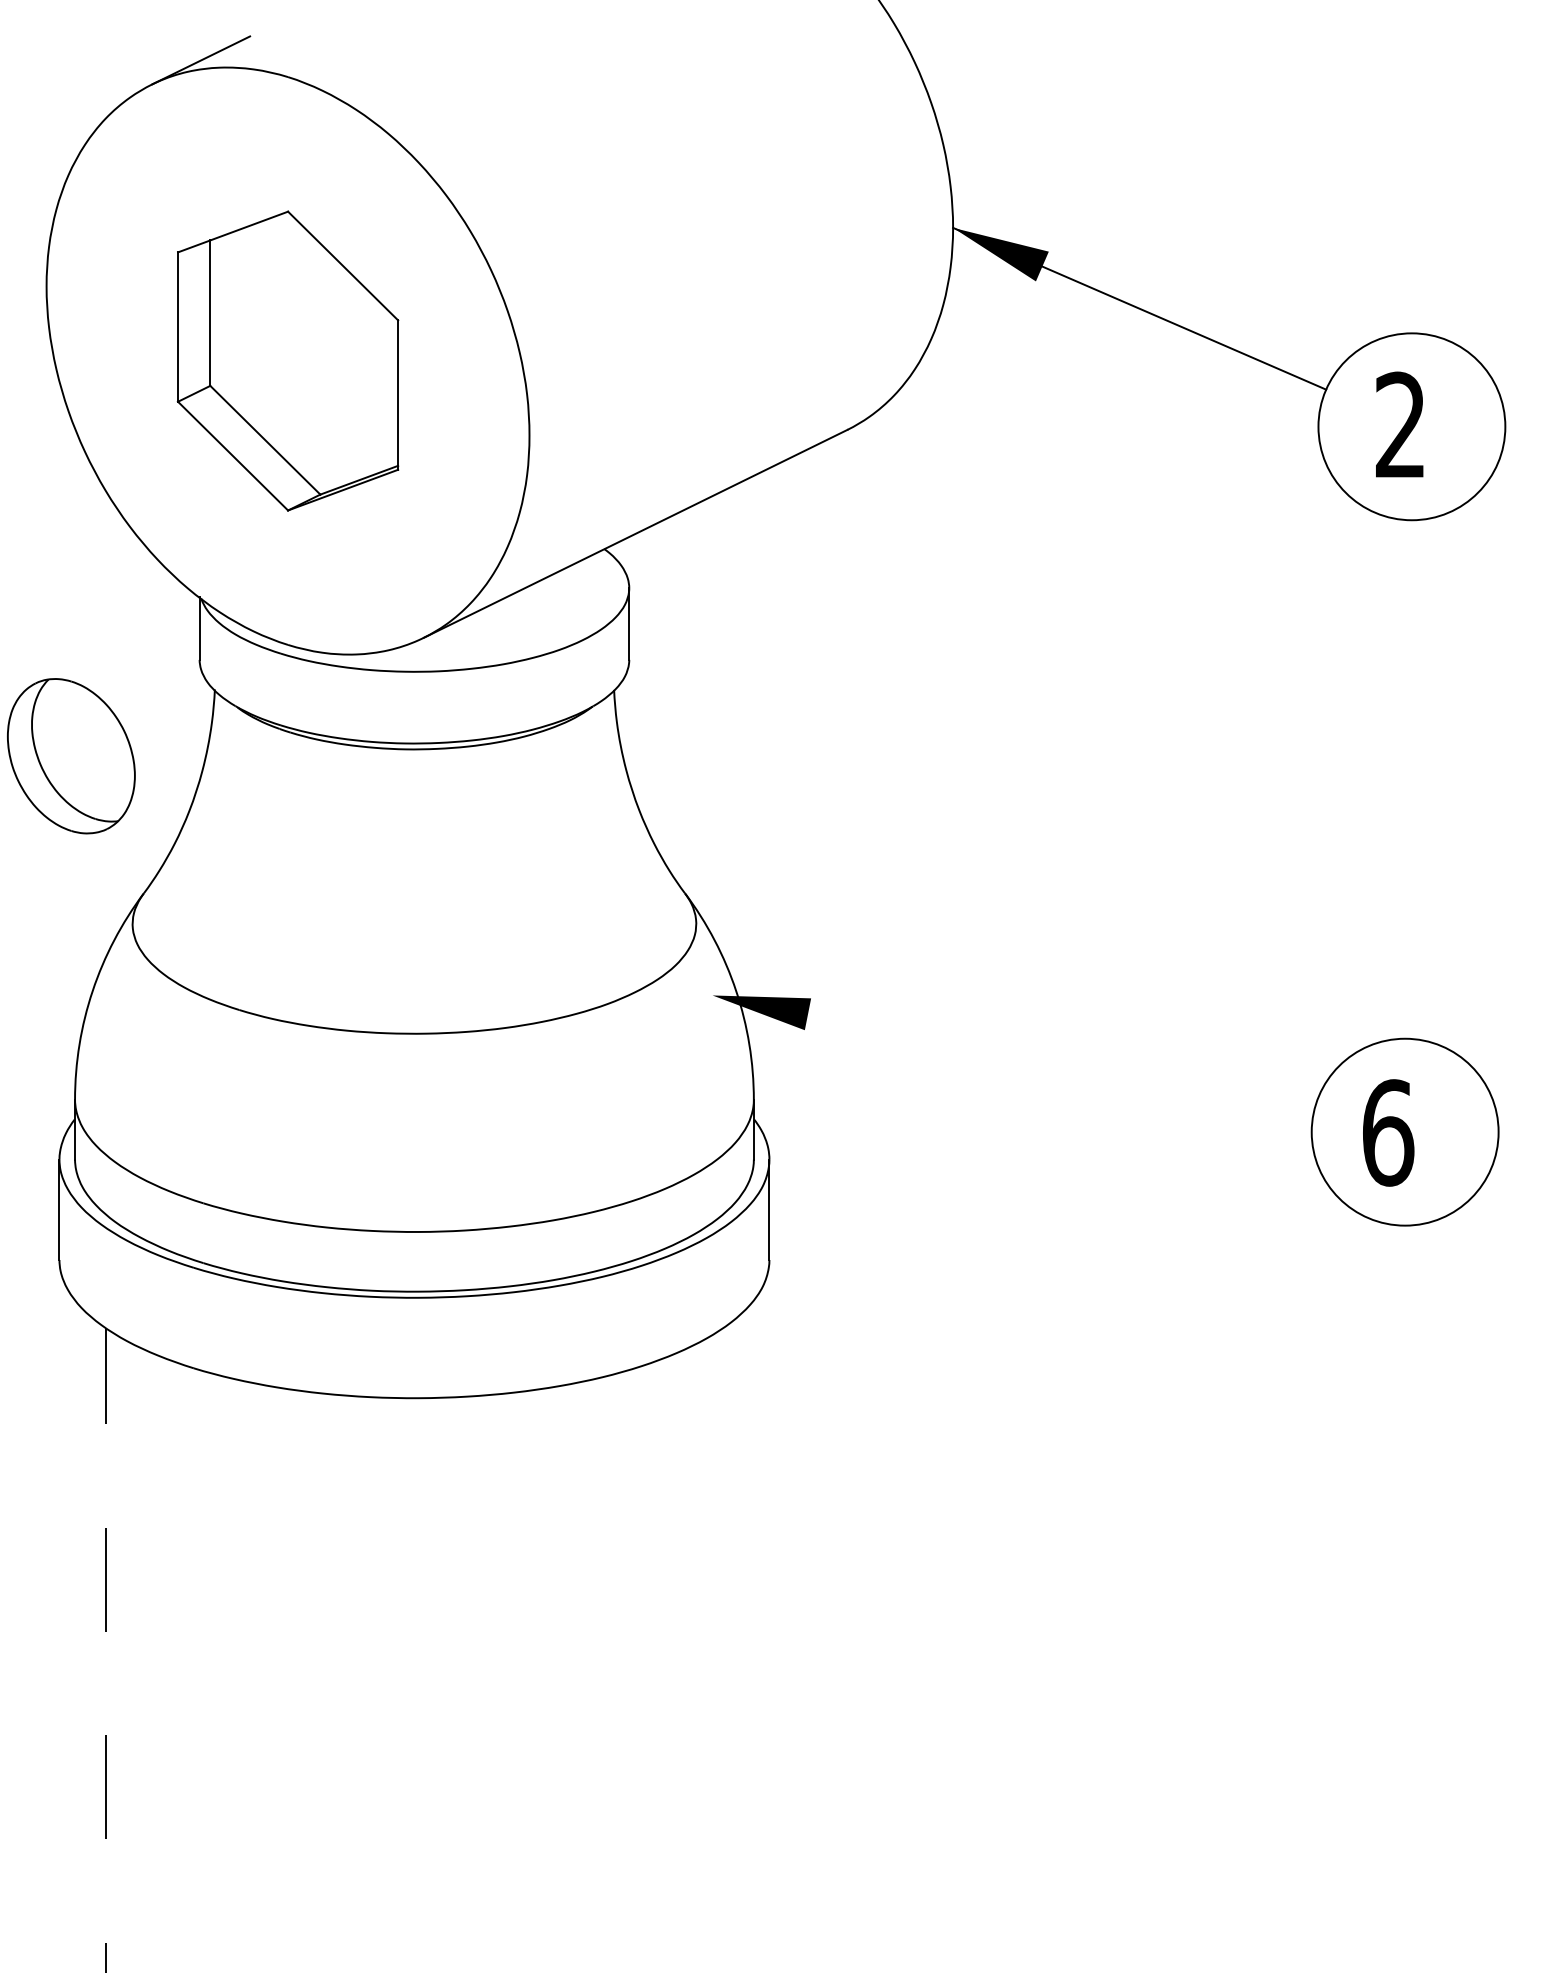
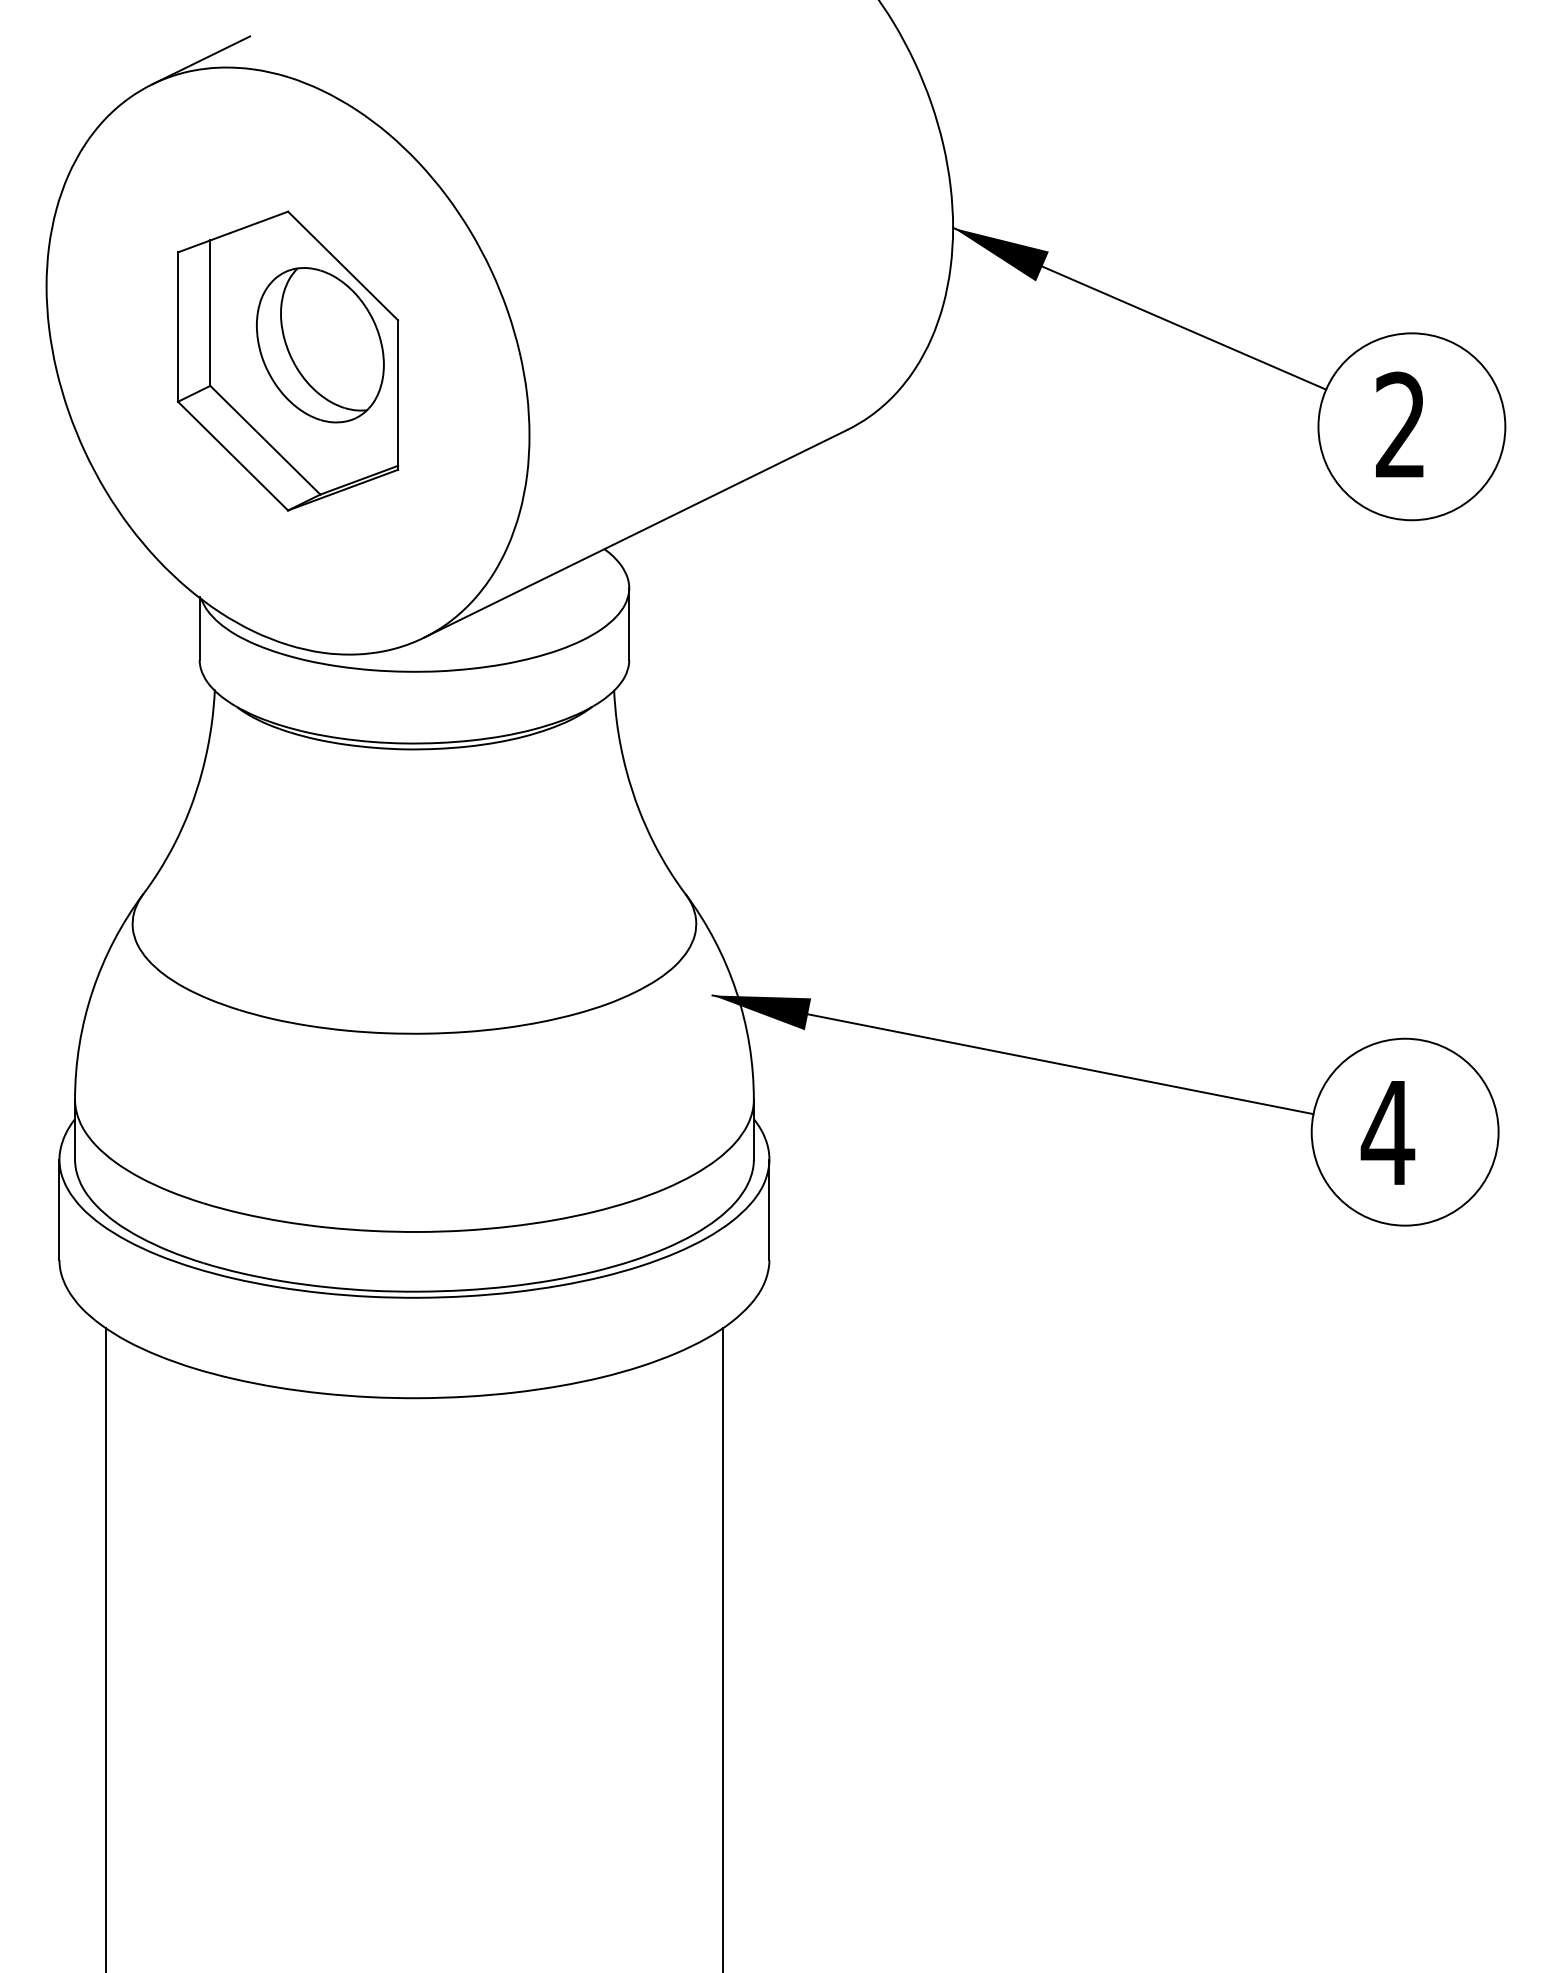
part at (71, 756) position: (71, 756) -> (320, 345)
line at (1012, 1054): none -> present
text at (1387, 1132): 6 -> 4
line at (723, 1648): none -> present
line at (105, 1649): dashed -> solid
